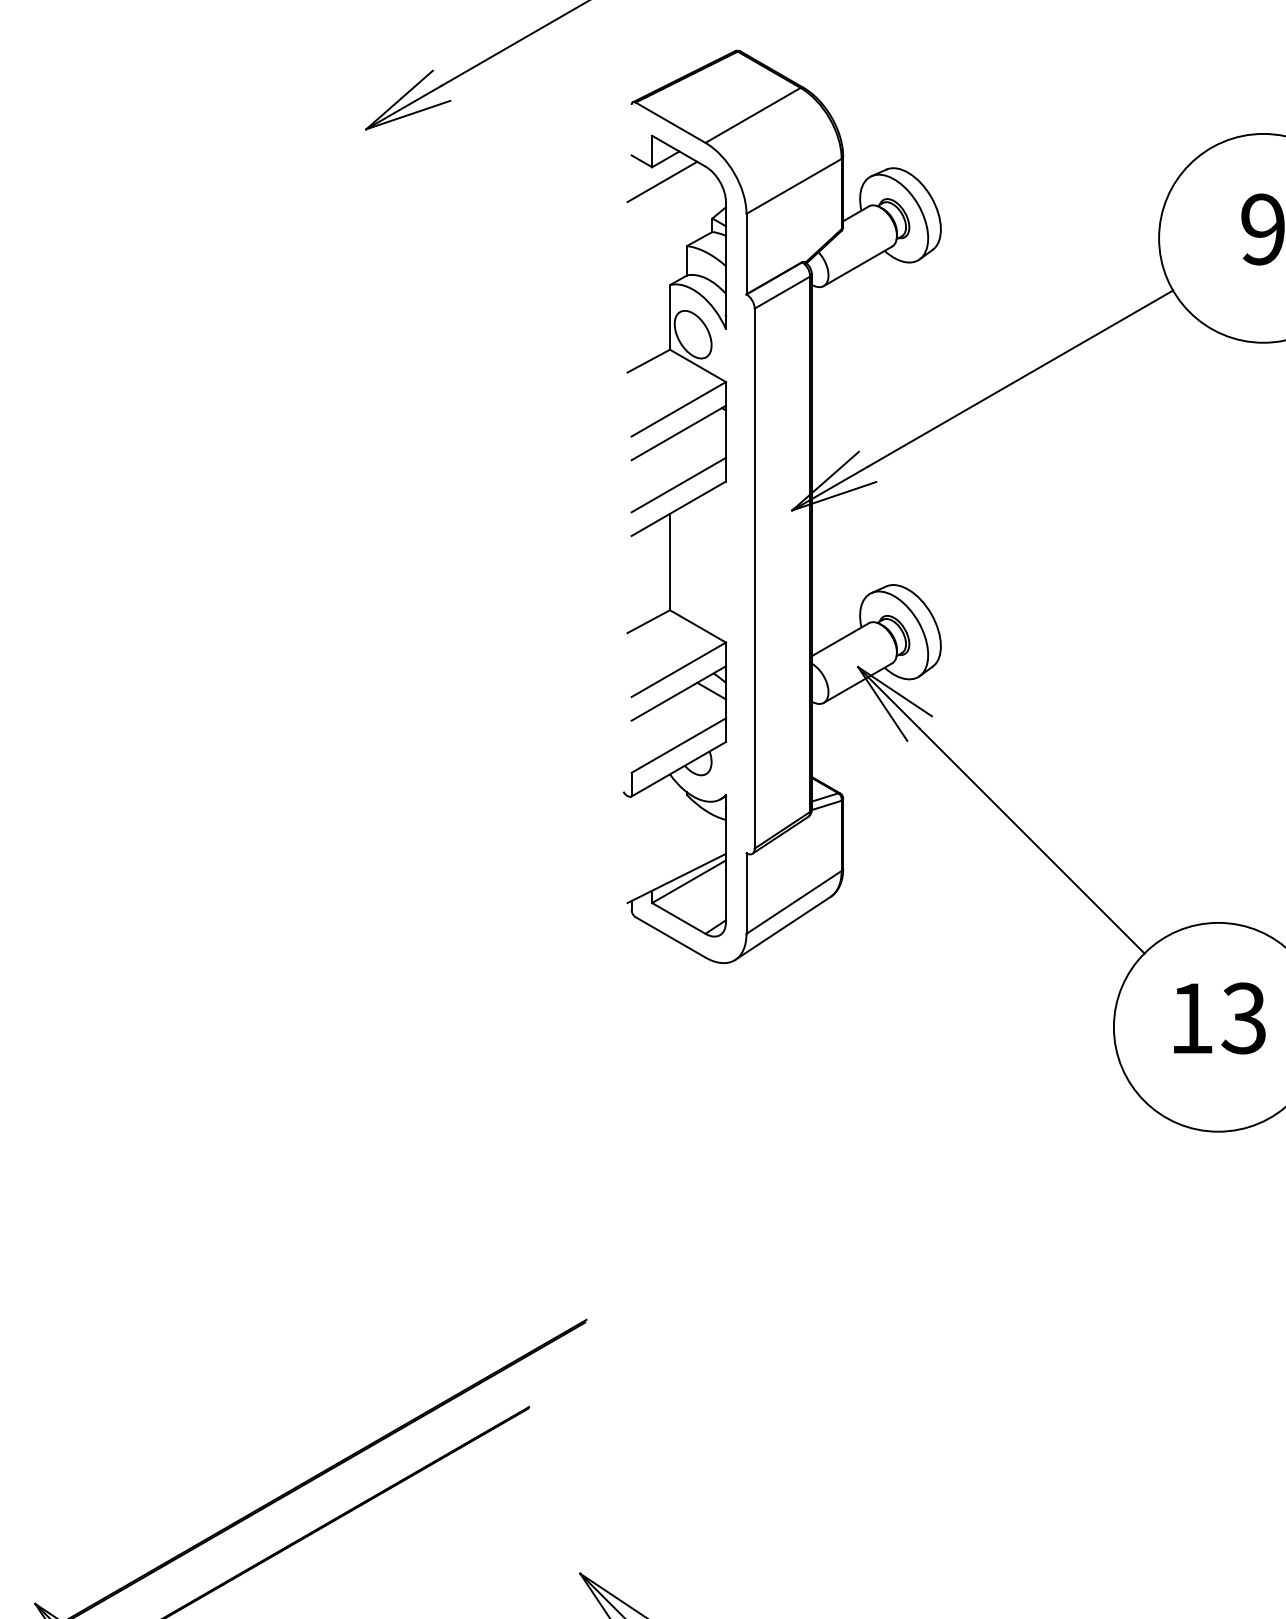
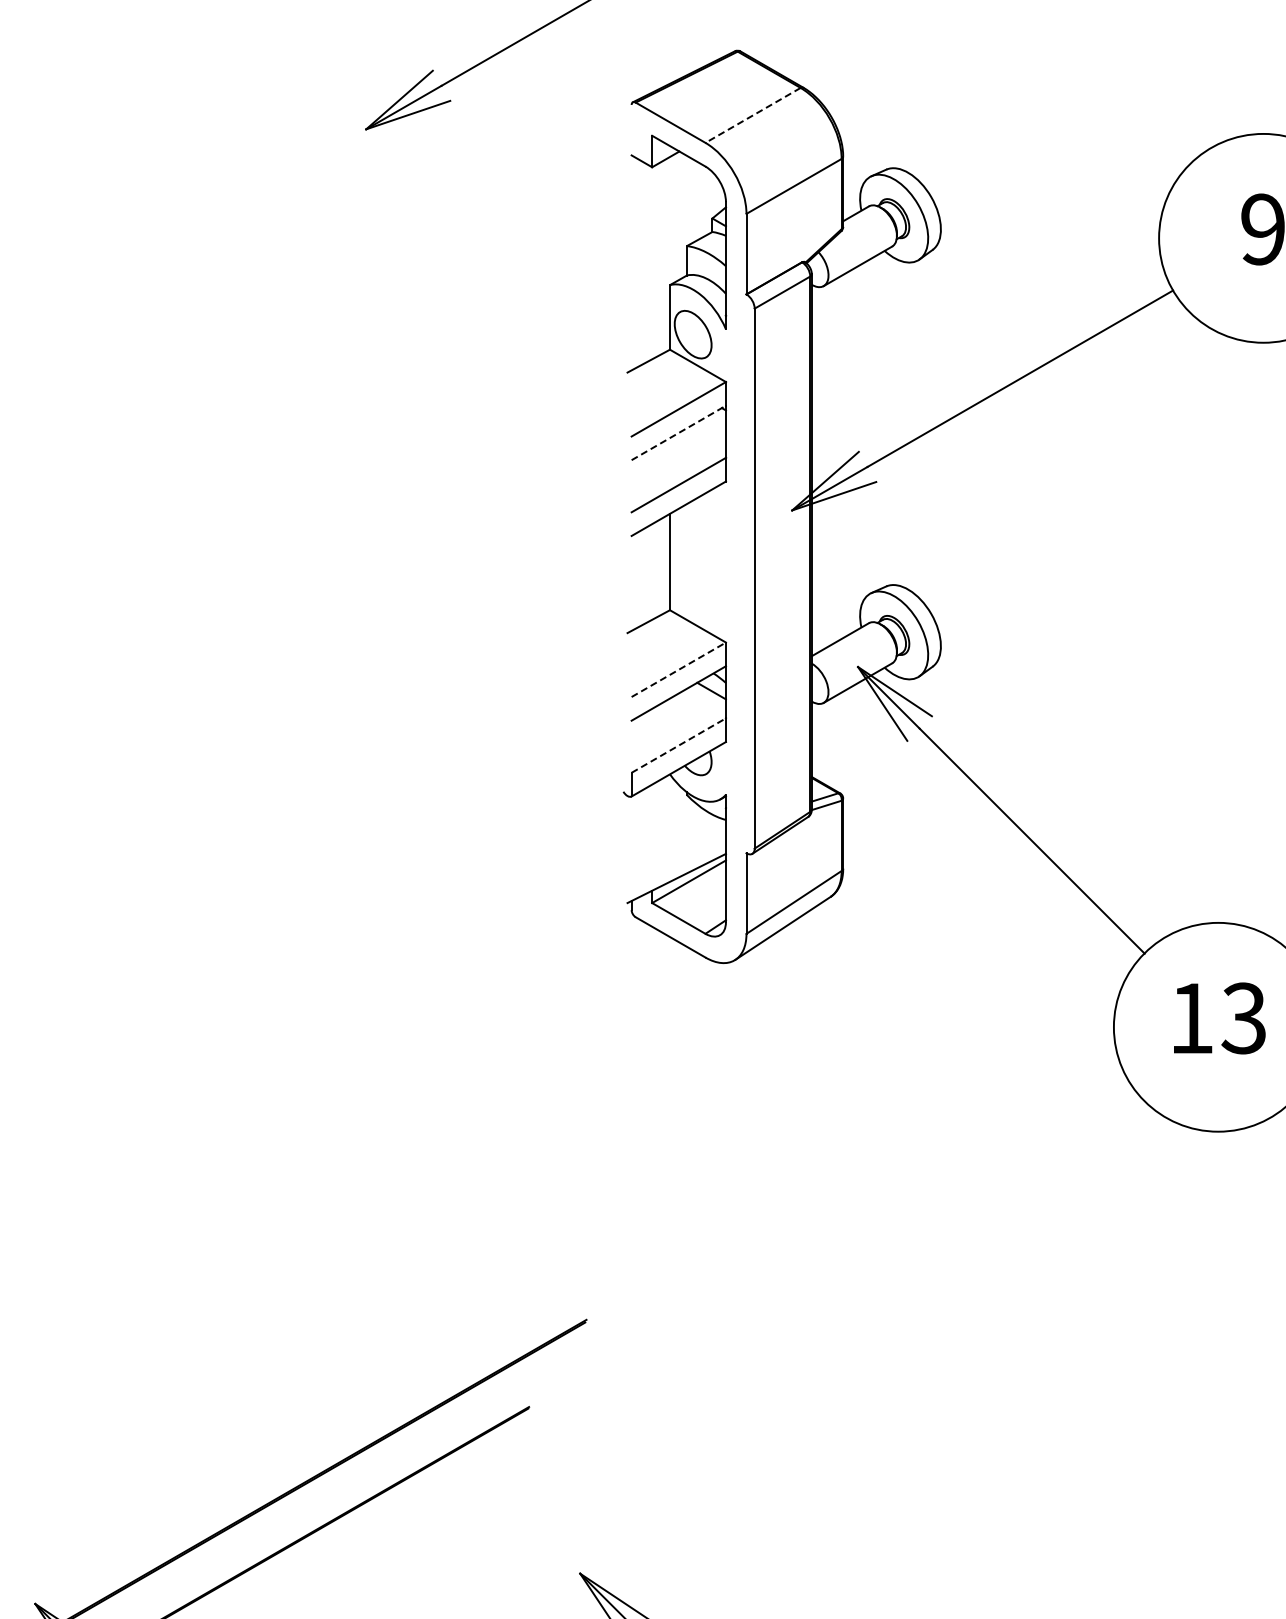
line at (753, 115): solid -> dashed
line at (662, 181): present -> none
line at (679, 432): solid -> dashed
line at (679, 669): solid -> dashed
line at (679, 745): solid -> dashed
